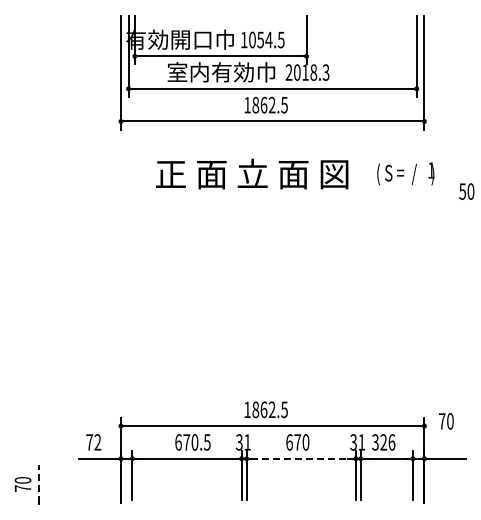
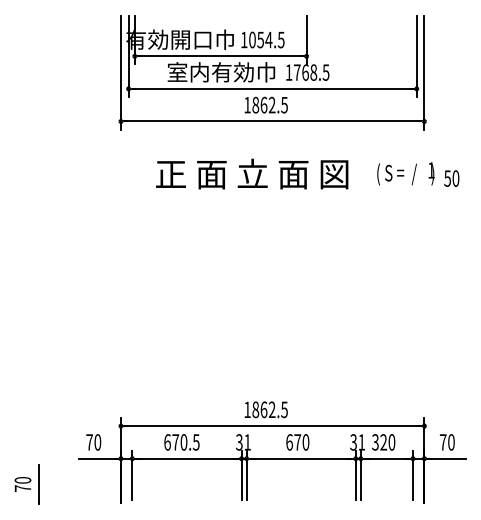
text at (307, 72): 2018.3 -> 1768.5
text at (466, 191) position: (466, 191) -> (451, 178)
text at (446, 421) position: (446, 421) -> (447, 442)
text at (97, 442): 72 -> 70
text at (192, 442) position: (192, 442) -> (181, 442)
text at (391, 442): 326 -> 320
line at (301, 458): dashed -> solid
line at (39, 484): dashed -> solid
